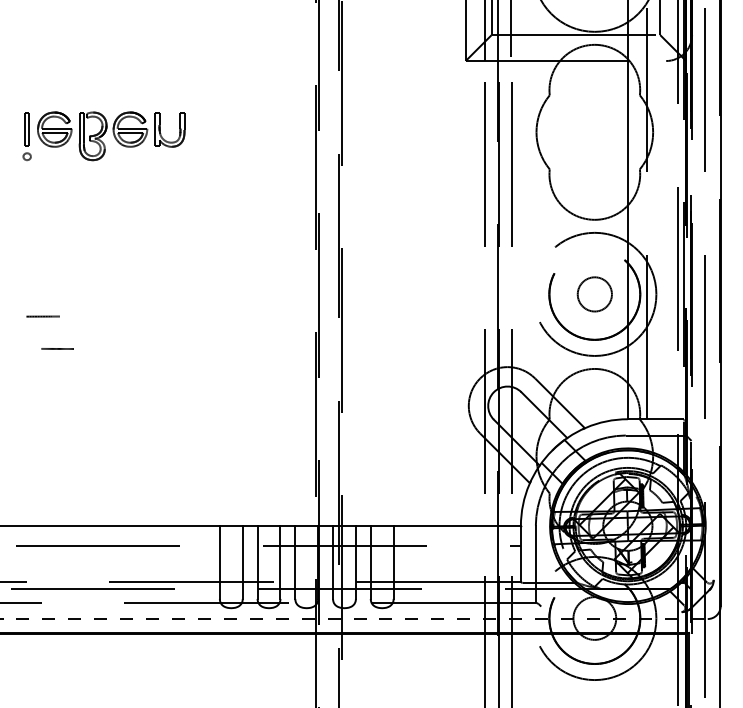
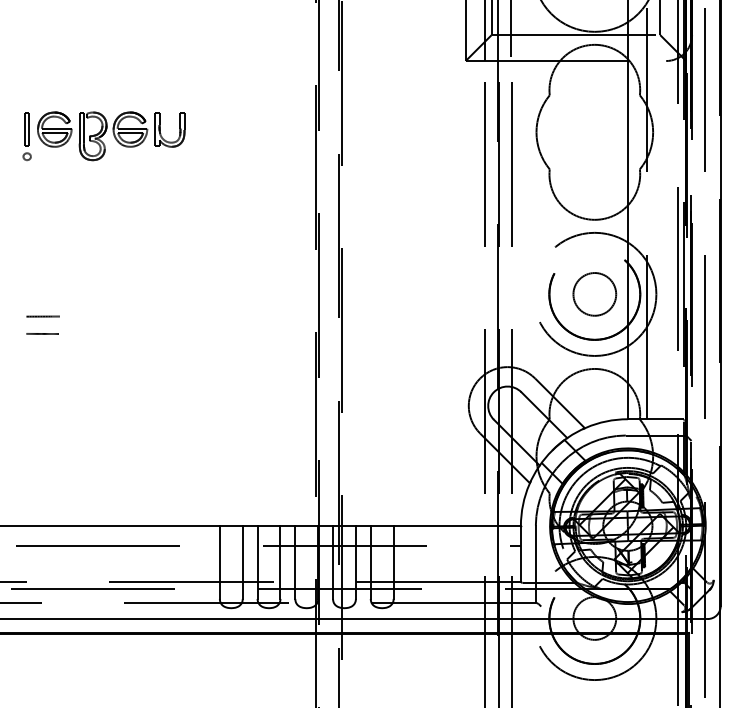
circle at (594, 294) size: 37x37 px -> 46x45 px
line at (57, 348) position: (57, 348) -> (42, 333)
line at (354, 619): dashed -> solid
